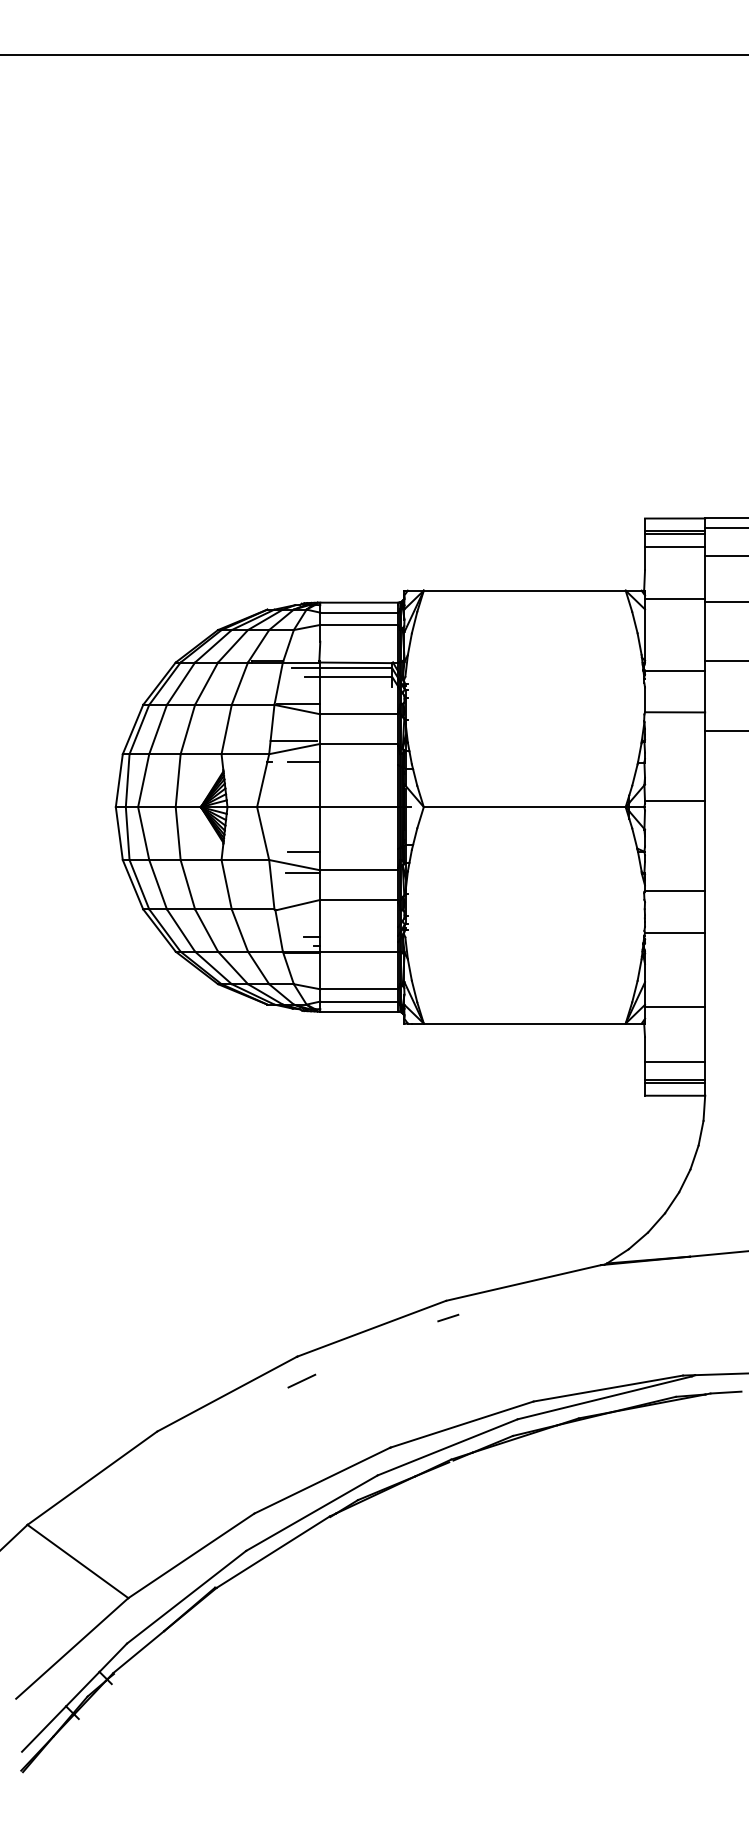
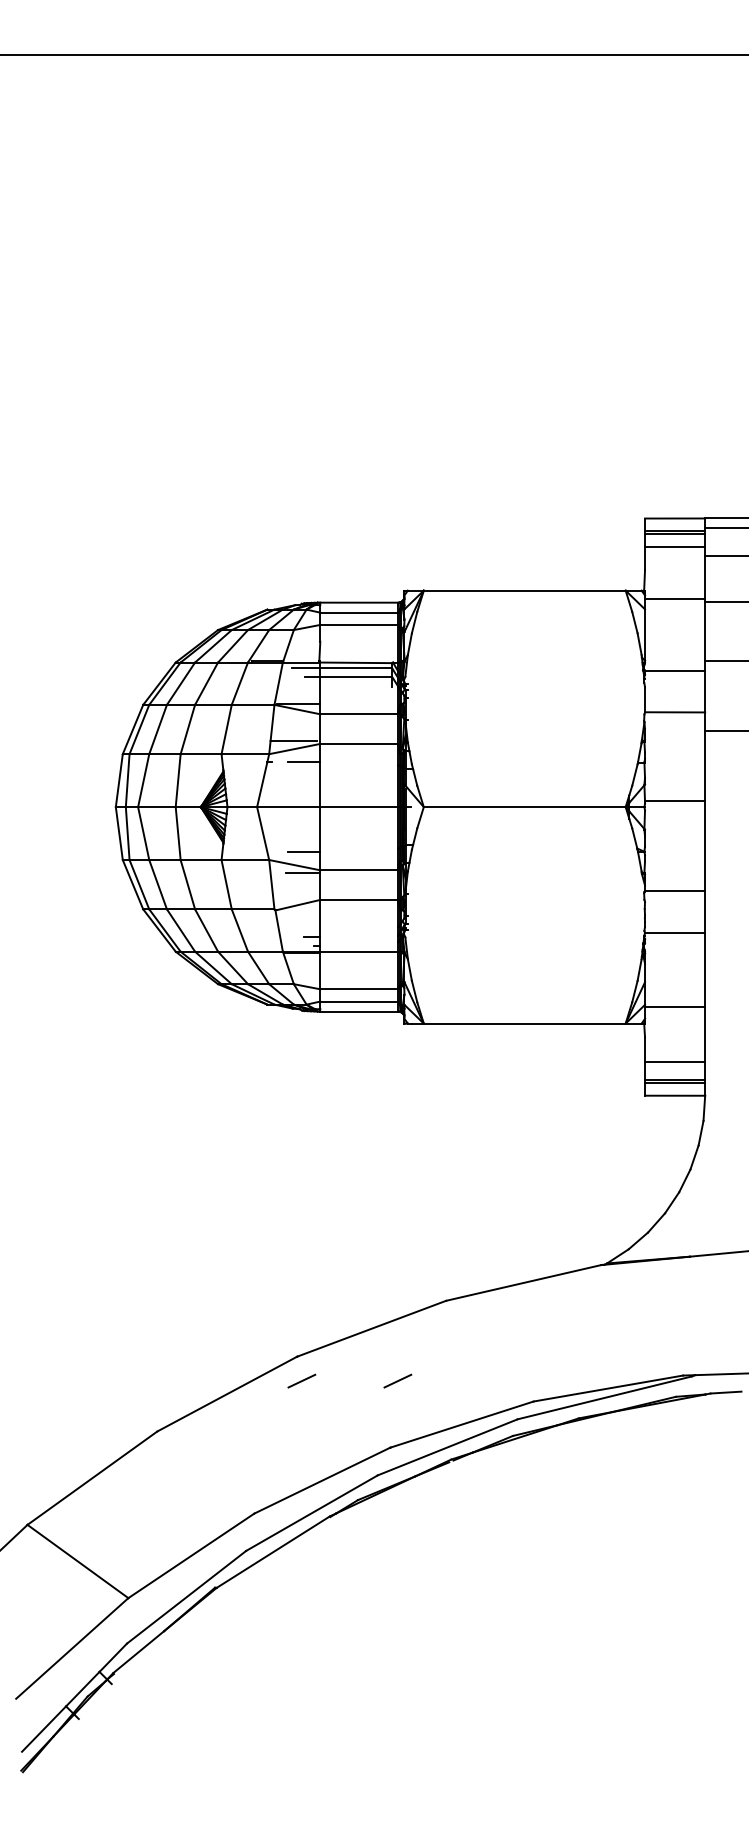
line at (448, 1317): present -> none
line at (397, 1380): none -> present
